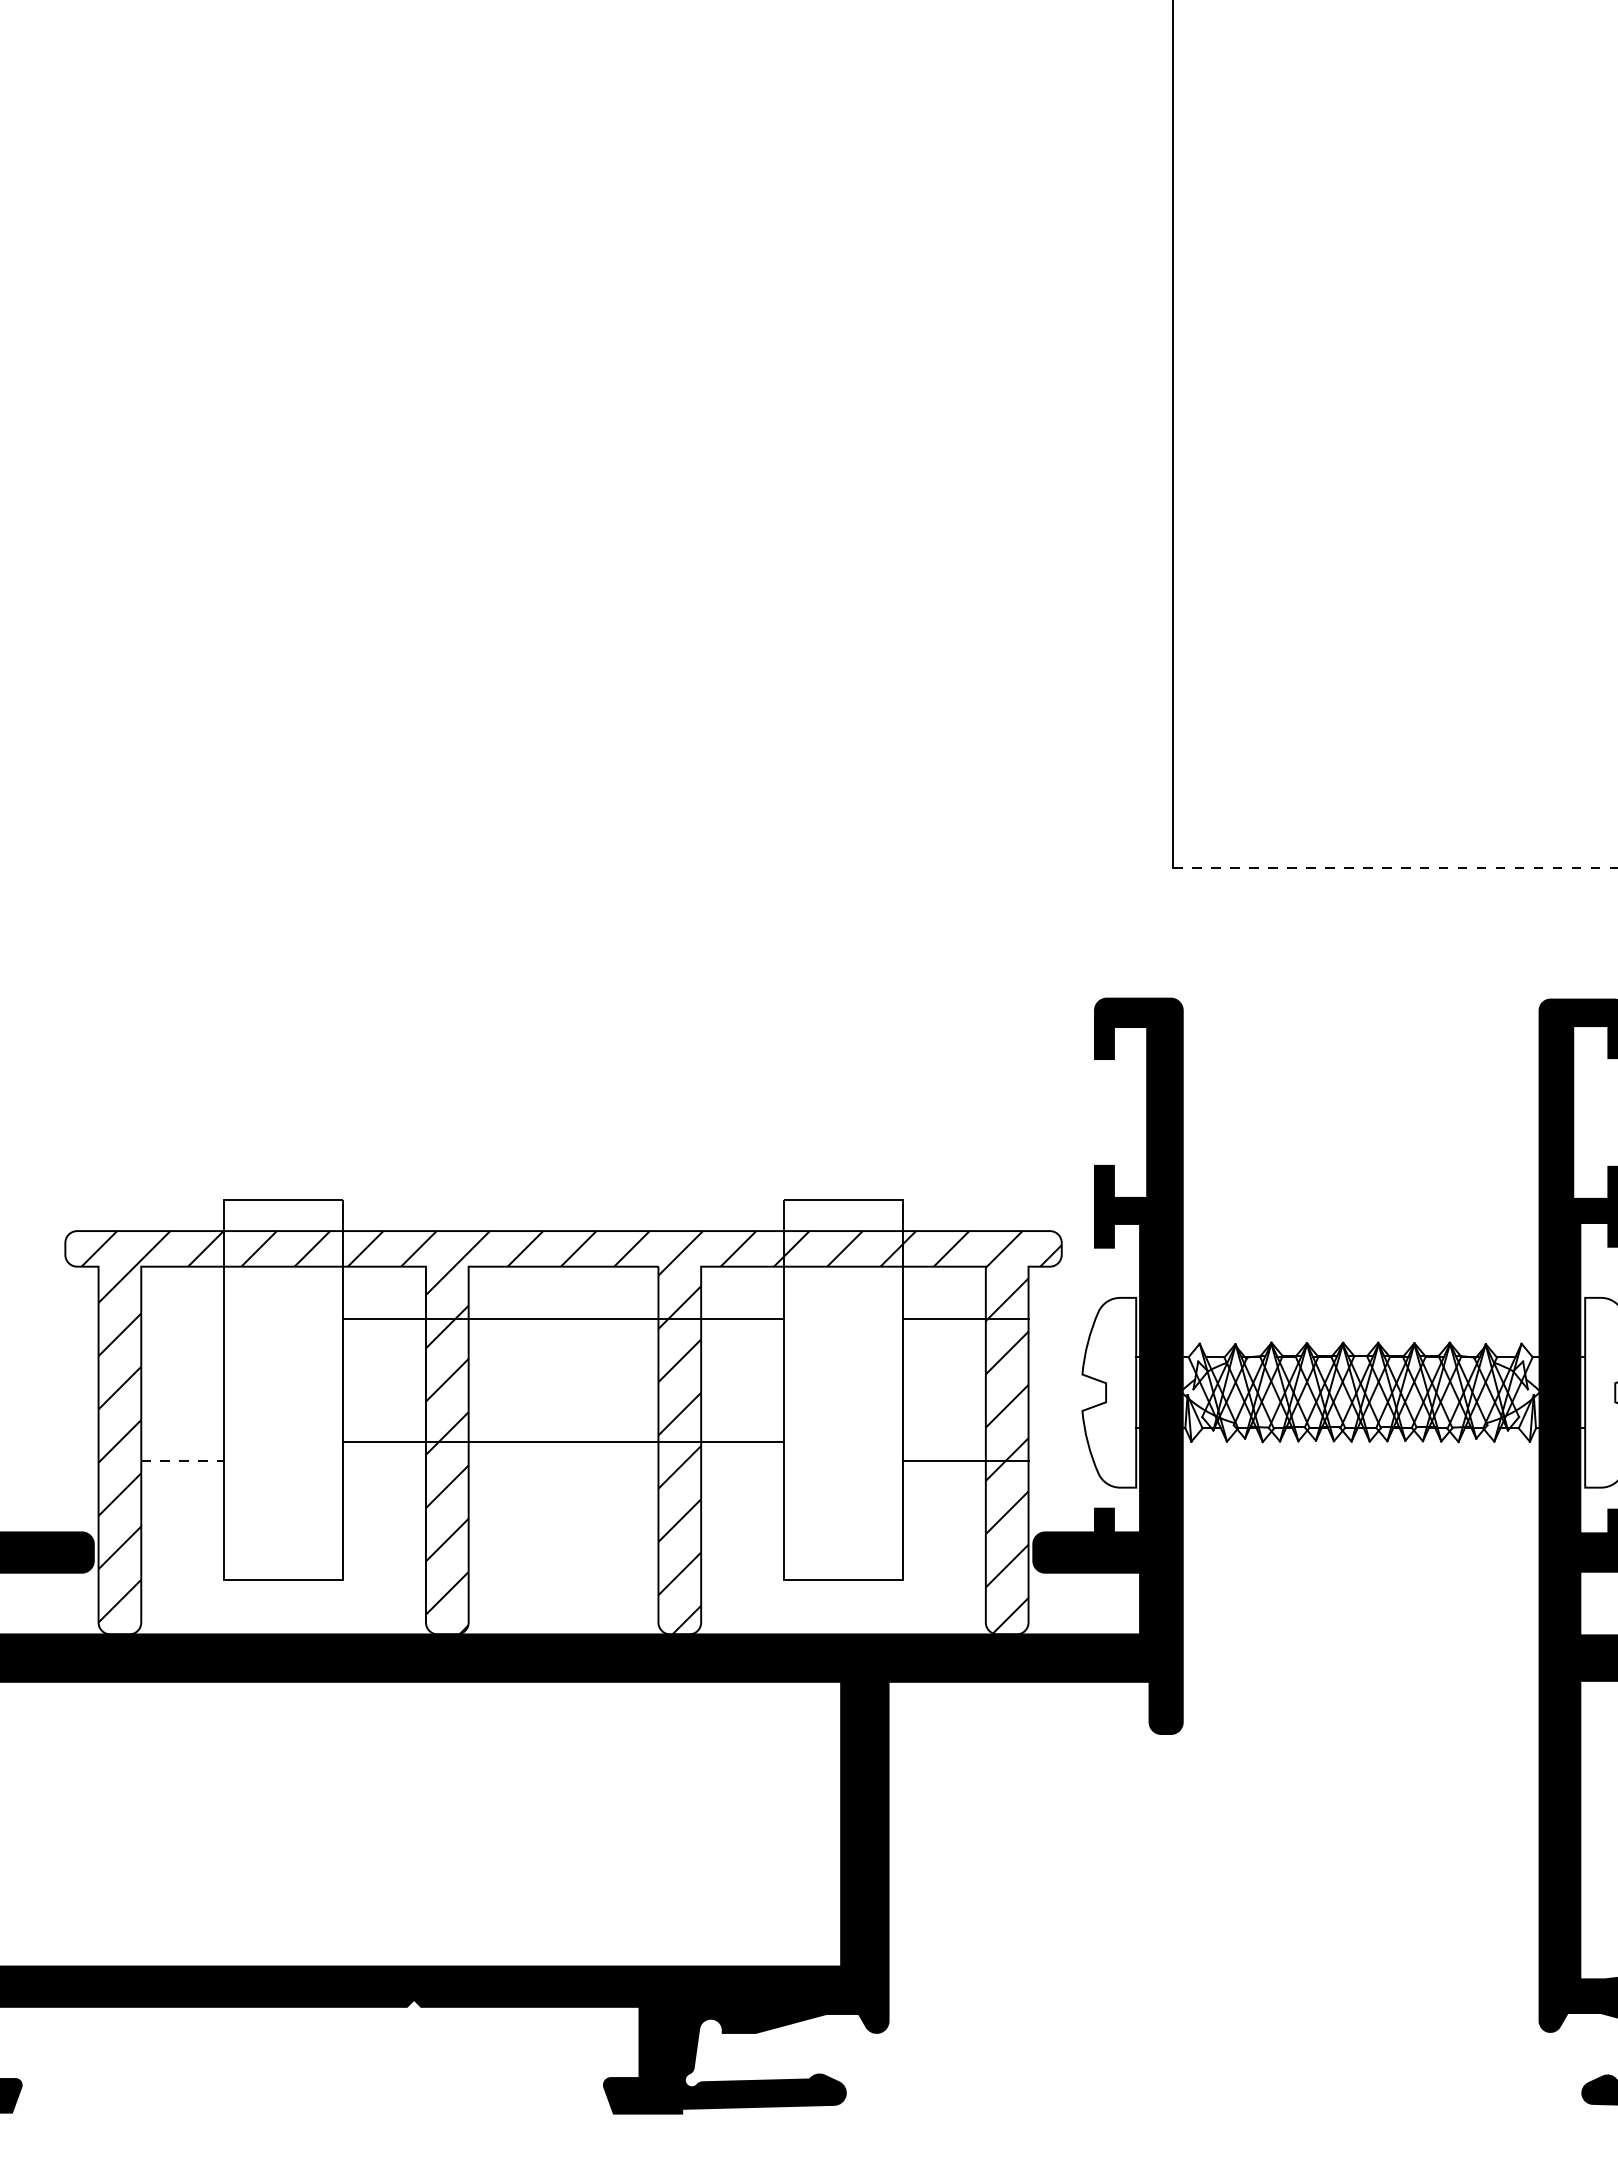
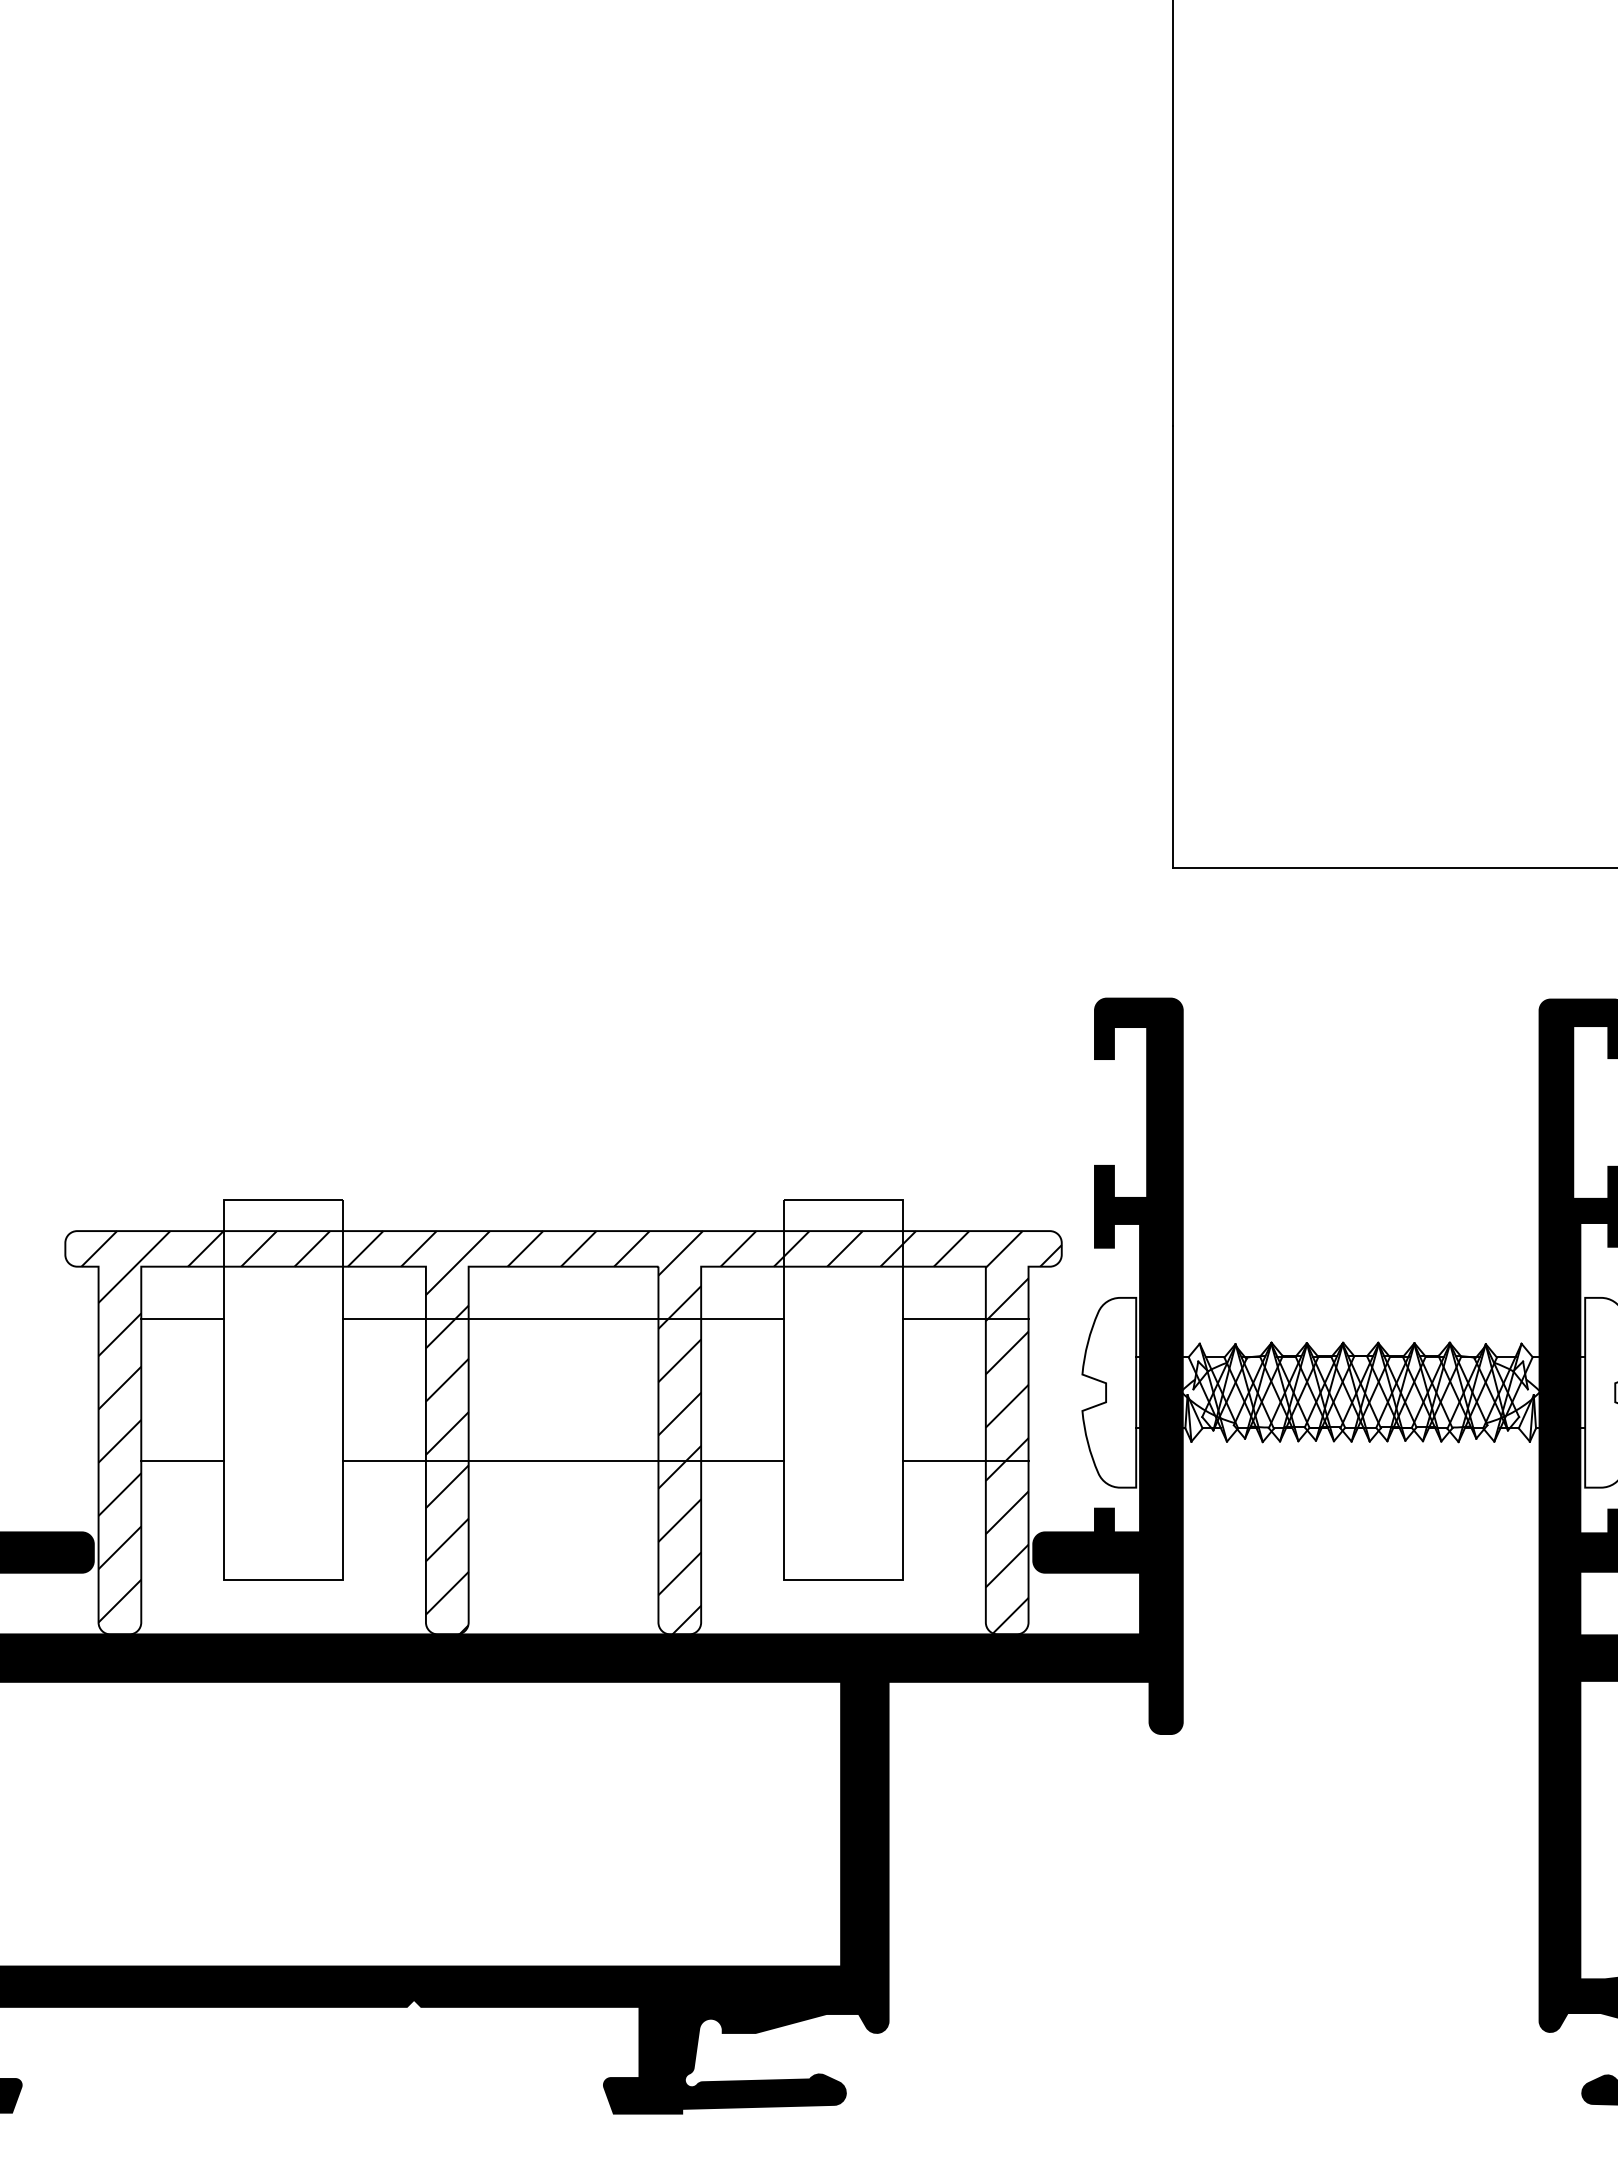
line at (1395, 868): dashed -> solid
line at (182, 1318): none -> present
line at (563, 1442) position: (563, 1442) -> (563, 1461)
line at (182, 1461): dashed -> solid
